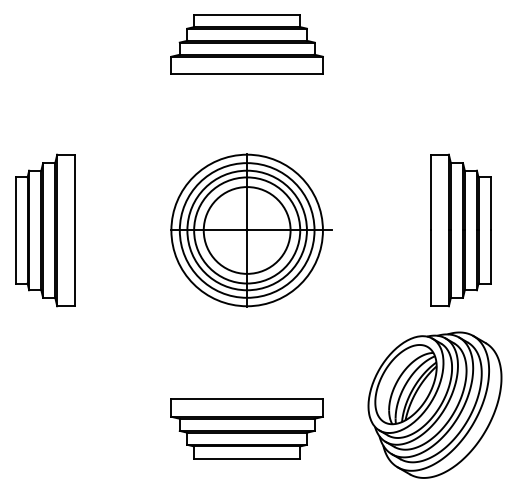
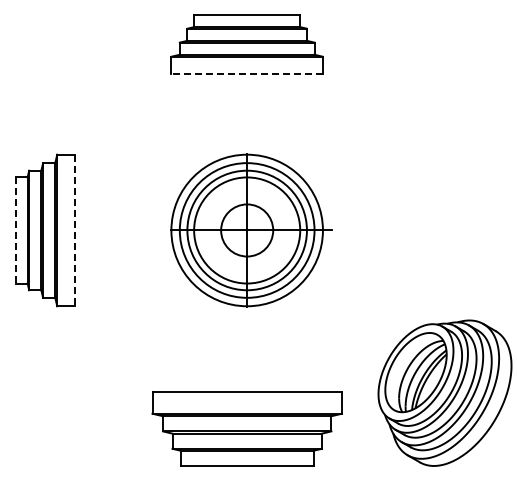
line at (247, 74): solid -> dashed
line at (15, 230): solid -> dashed
line at (74, 230): solid -> dashed
circle at (246, 230) diameter: 87 px -> 52 px
part at (460, 230): present -> none
part at (434, 404) position: (434, 404) -> (444, 392)
part at (246, 428) size: 154x62 px -> 192x76 px
